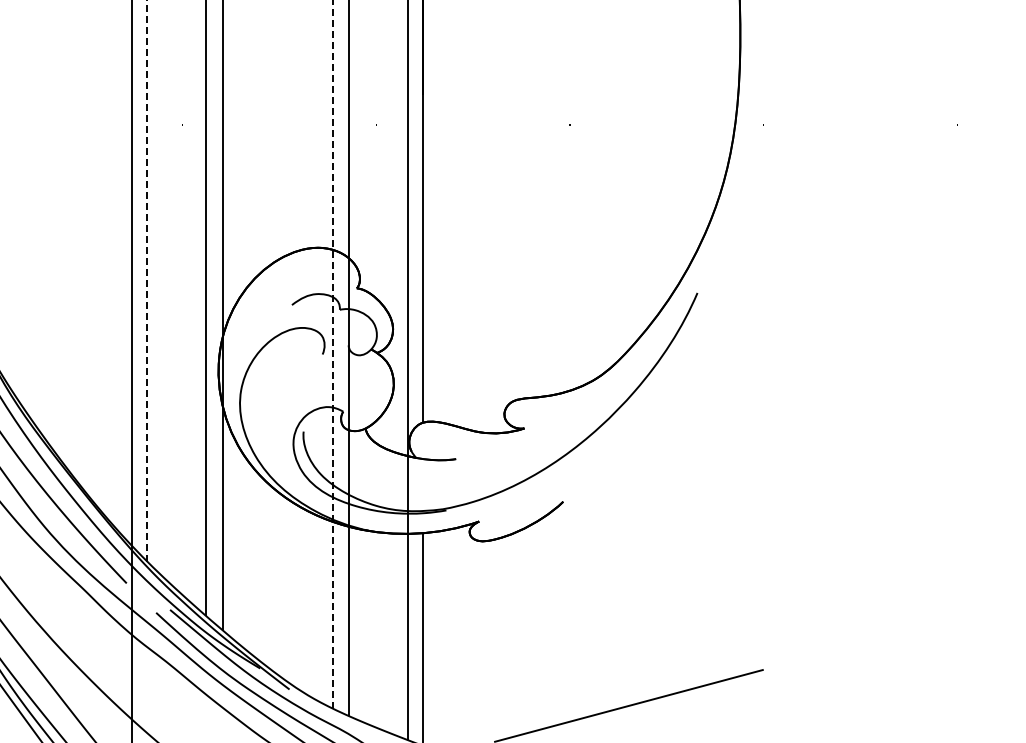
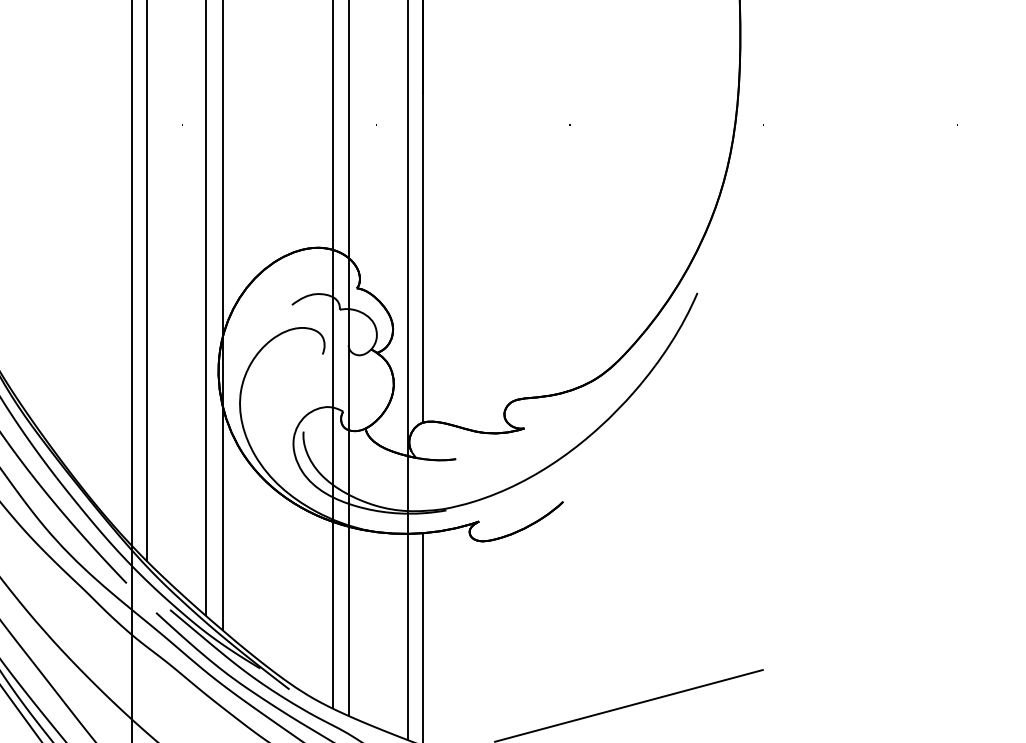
line at (147, 280): dashed -> solid
line at (332, 354): dashed -> solid
